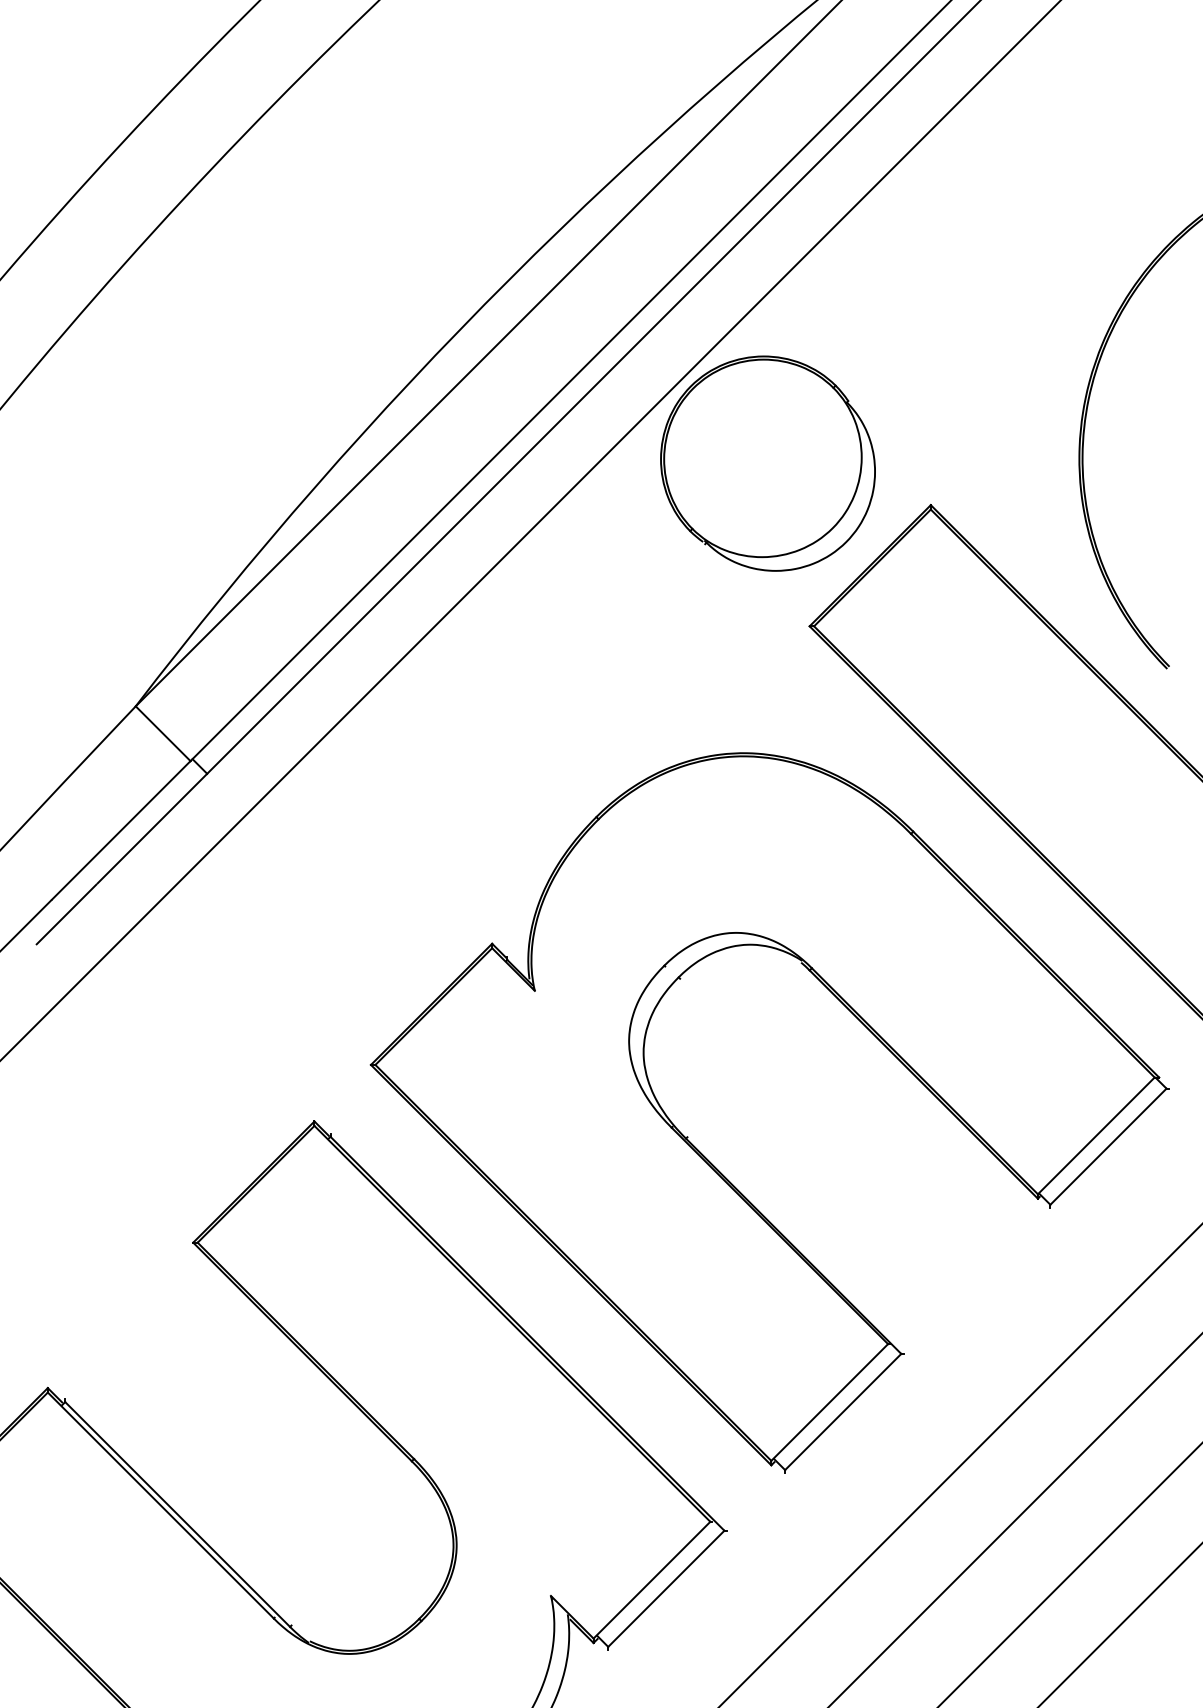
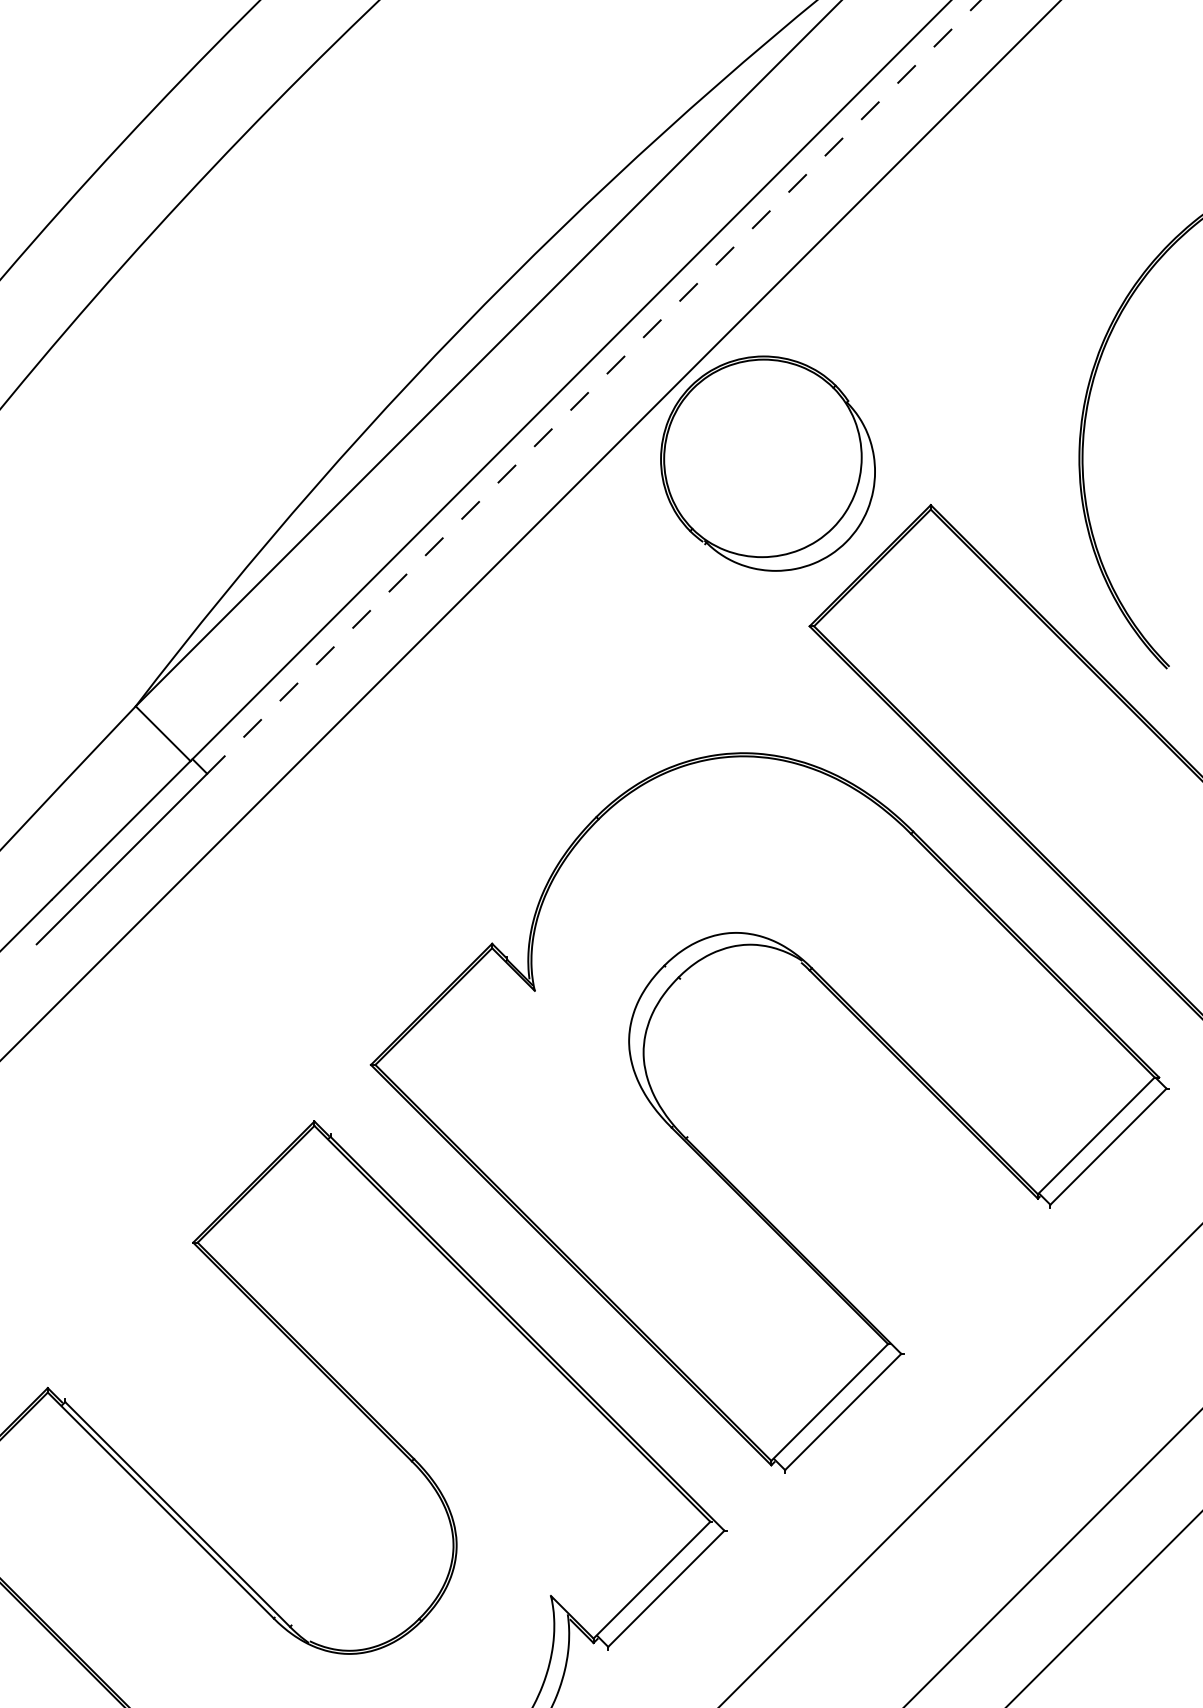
line at (594, 386): solid -> dashed
line at (1015, 1519): present -> none
line at (1069, 1574) position: (1069, 1574) -> (1052, 1557)
line at (1119, 1624) position: (1119, 1624) -> (1104, 1609)
